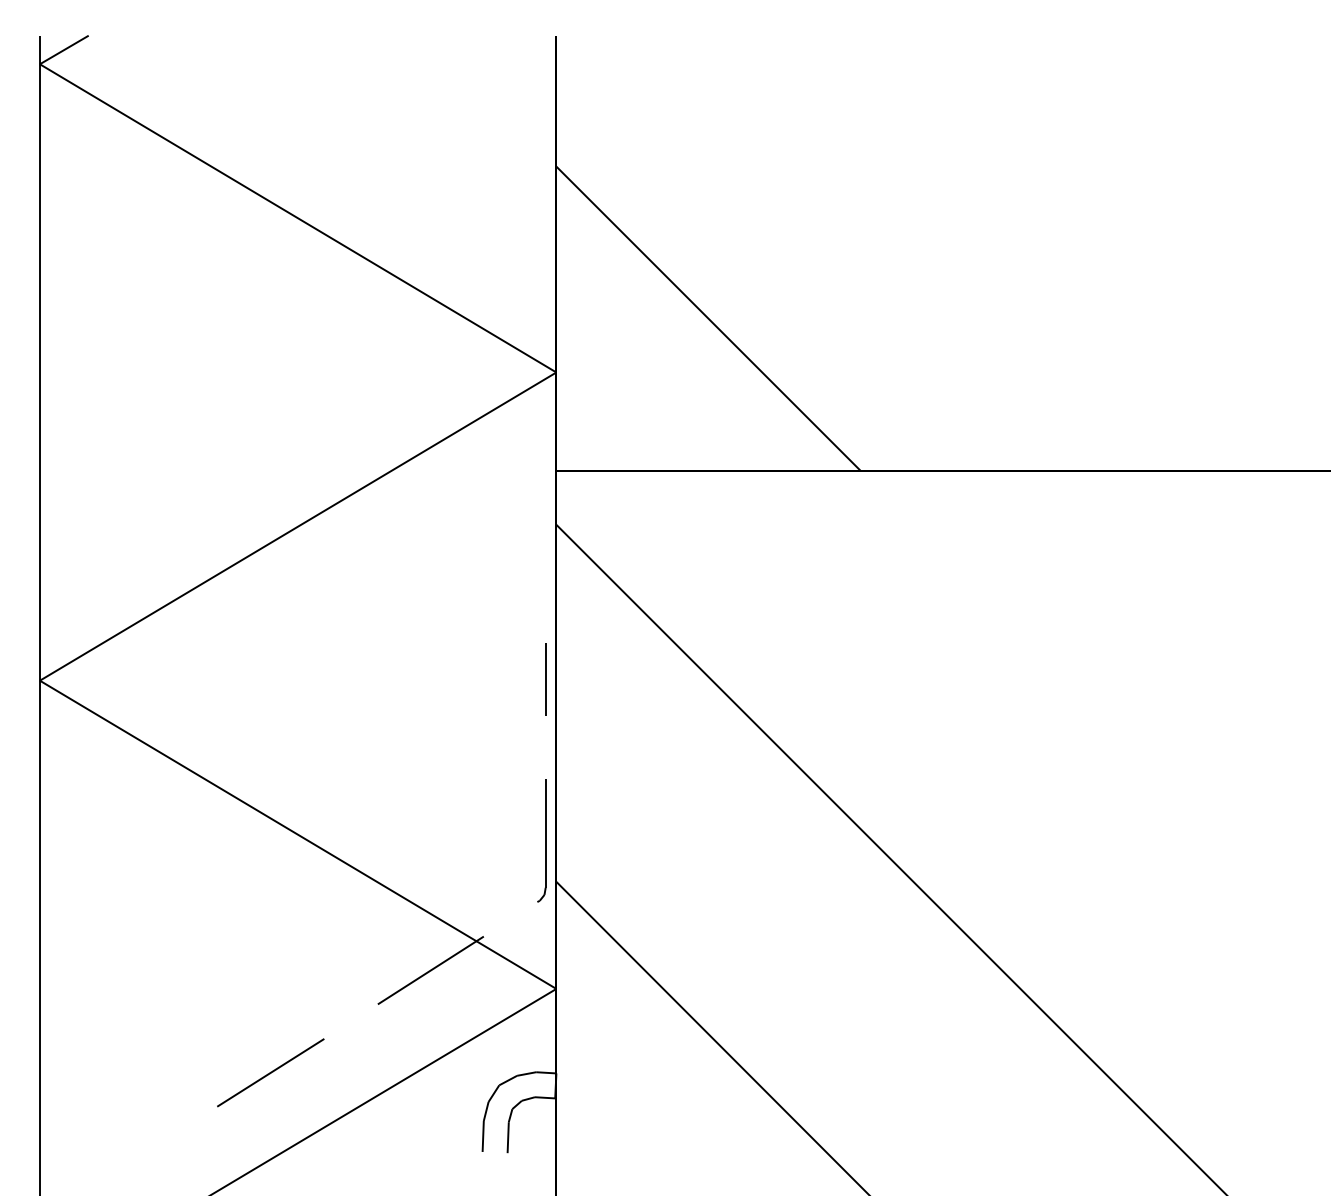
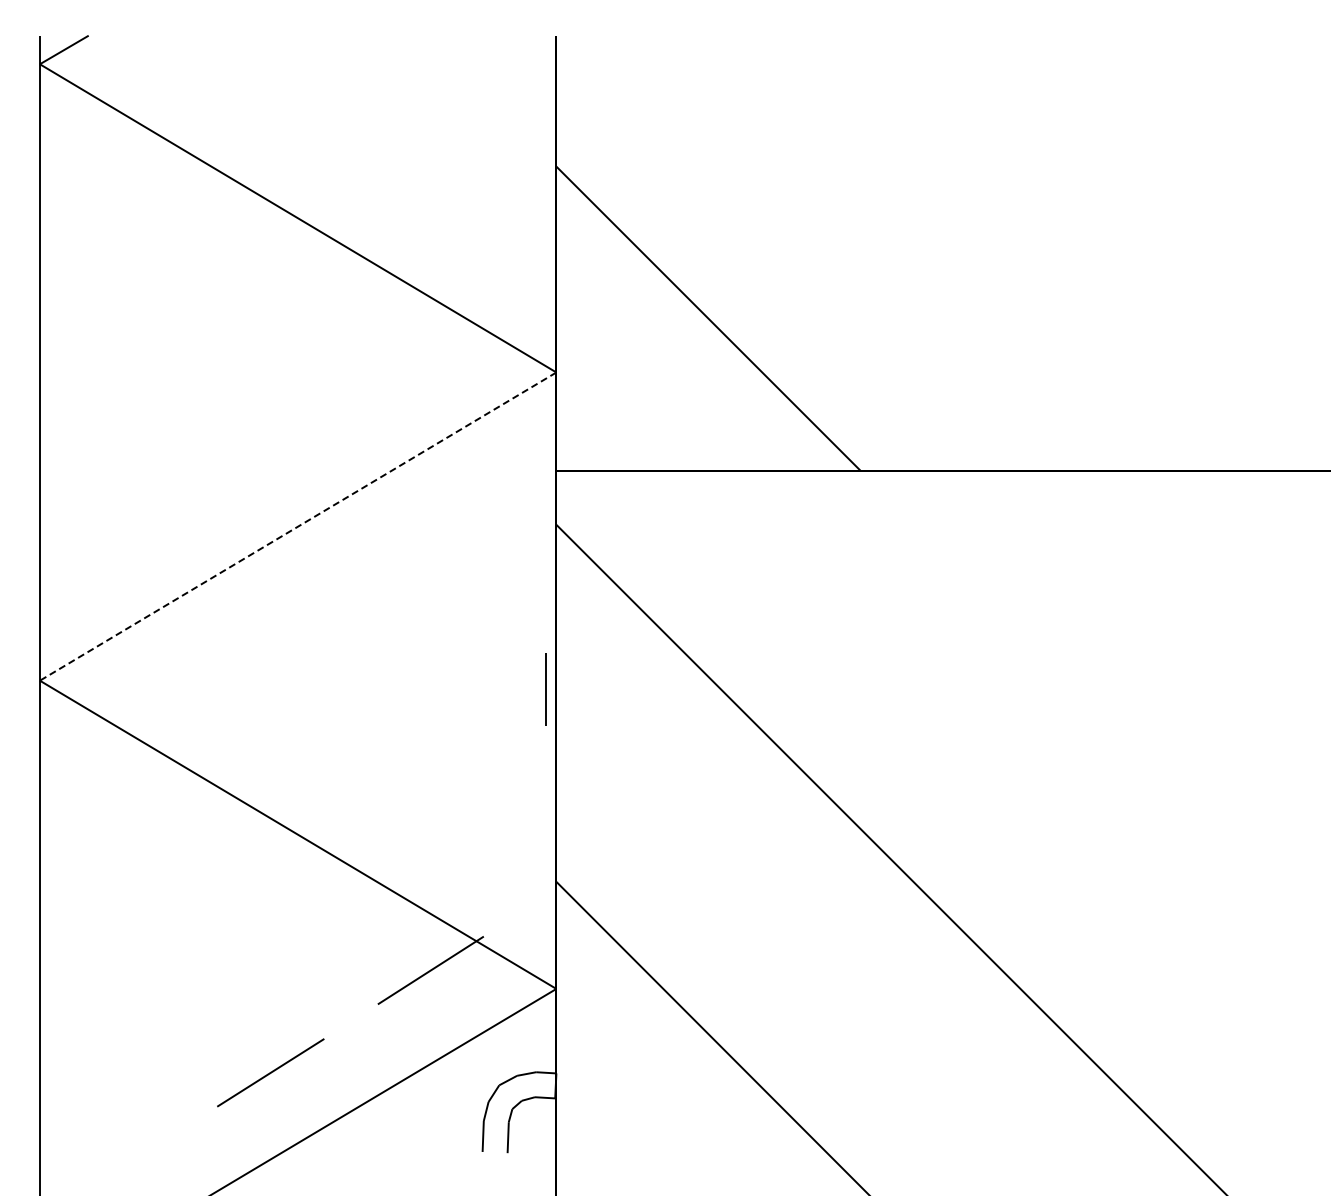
line at (298, 526): solid -> dashed
line at (545, 679) position: (545, 679) -> (545, 689)
part at (541, 840): present -> none
